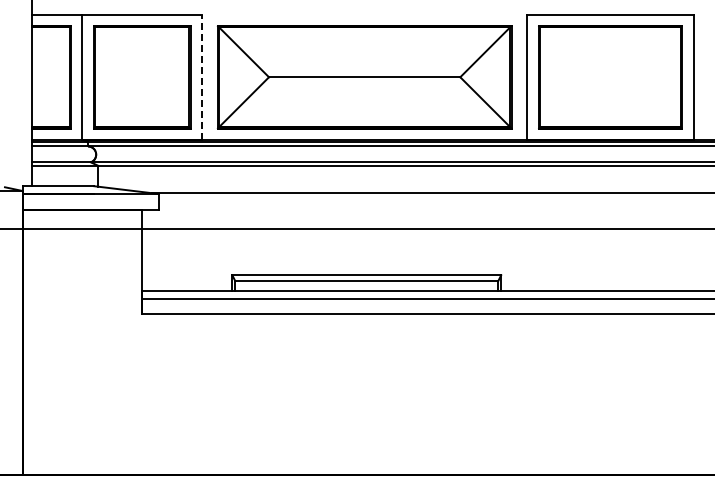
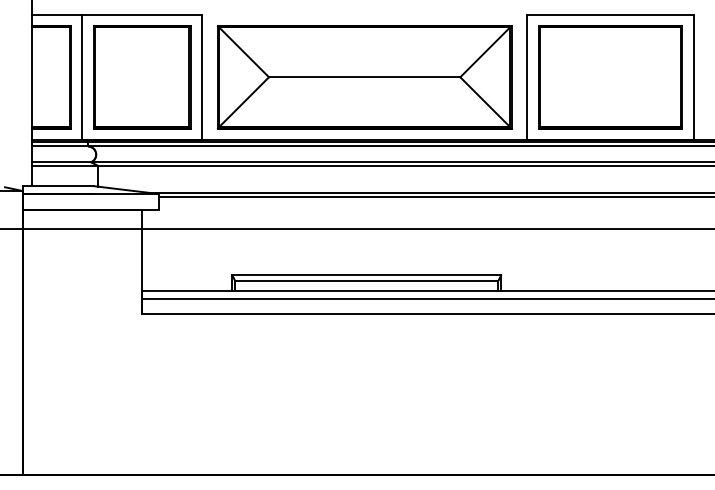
line at (201, 77): dashed -> solid
line at (434, 196): none -> present
